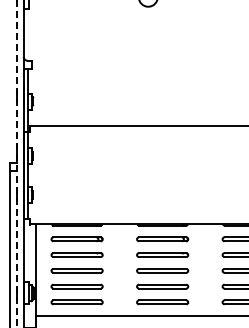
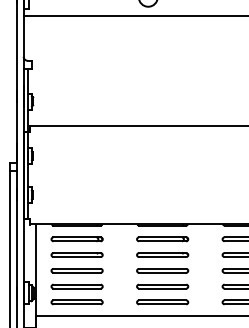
line at (134, 16): none -> present
line at (17, 163): dashed -> solid
